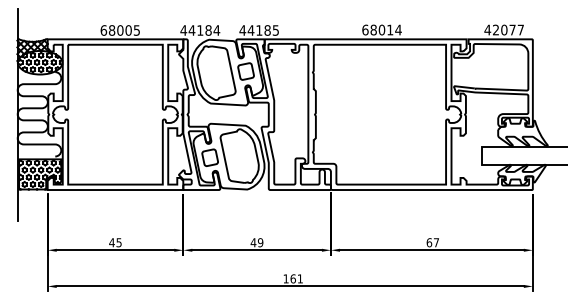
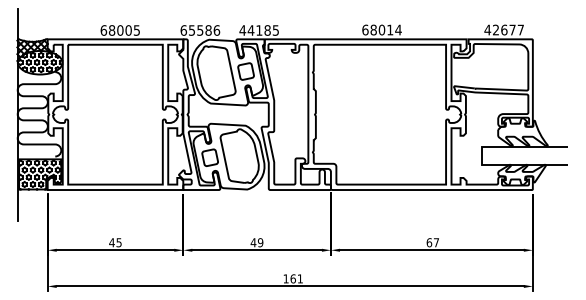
text at (504, 29): 42077 -> 42677
text at (200, 30): 44184 -> 65586
